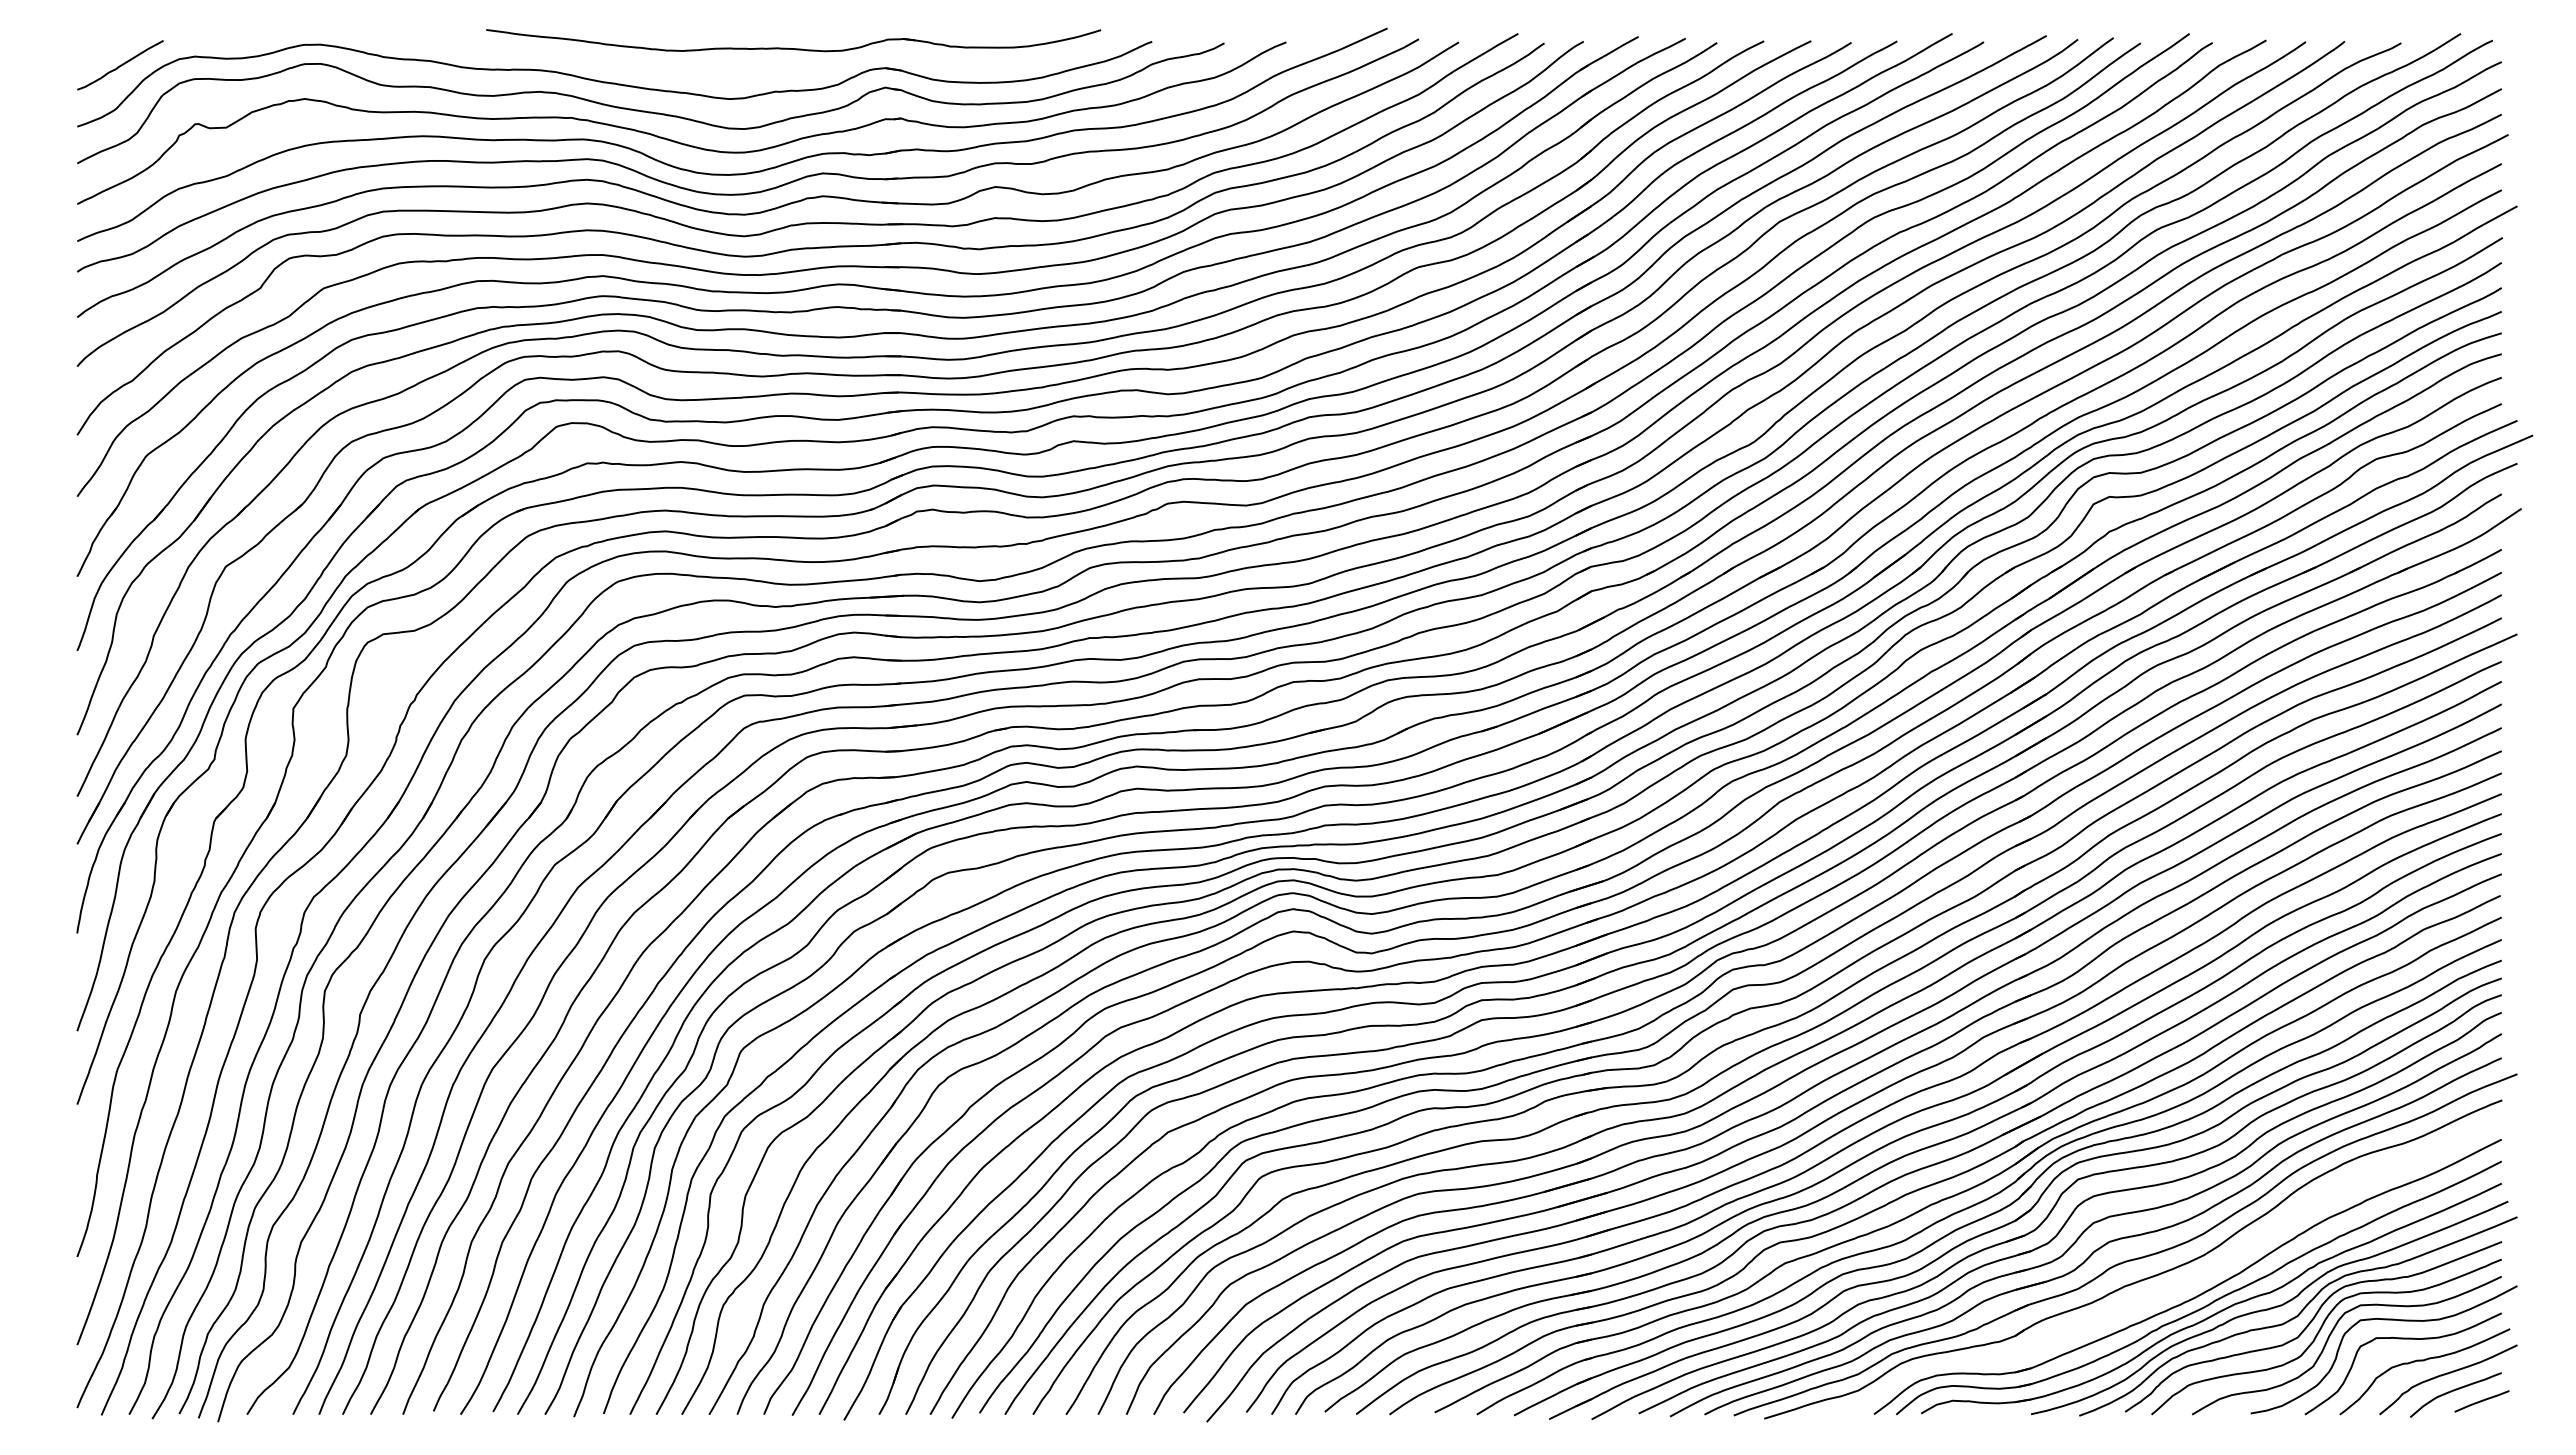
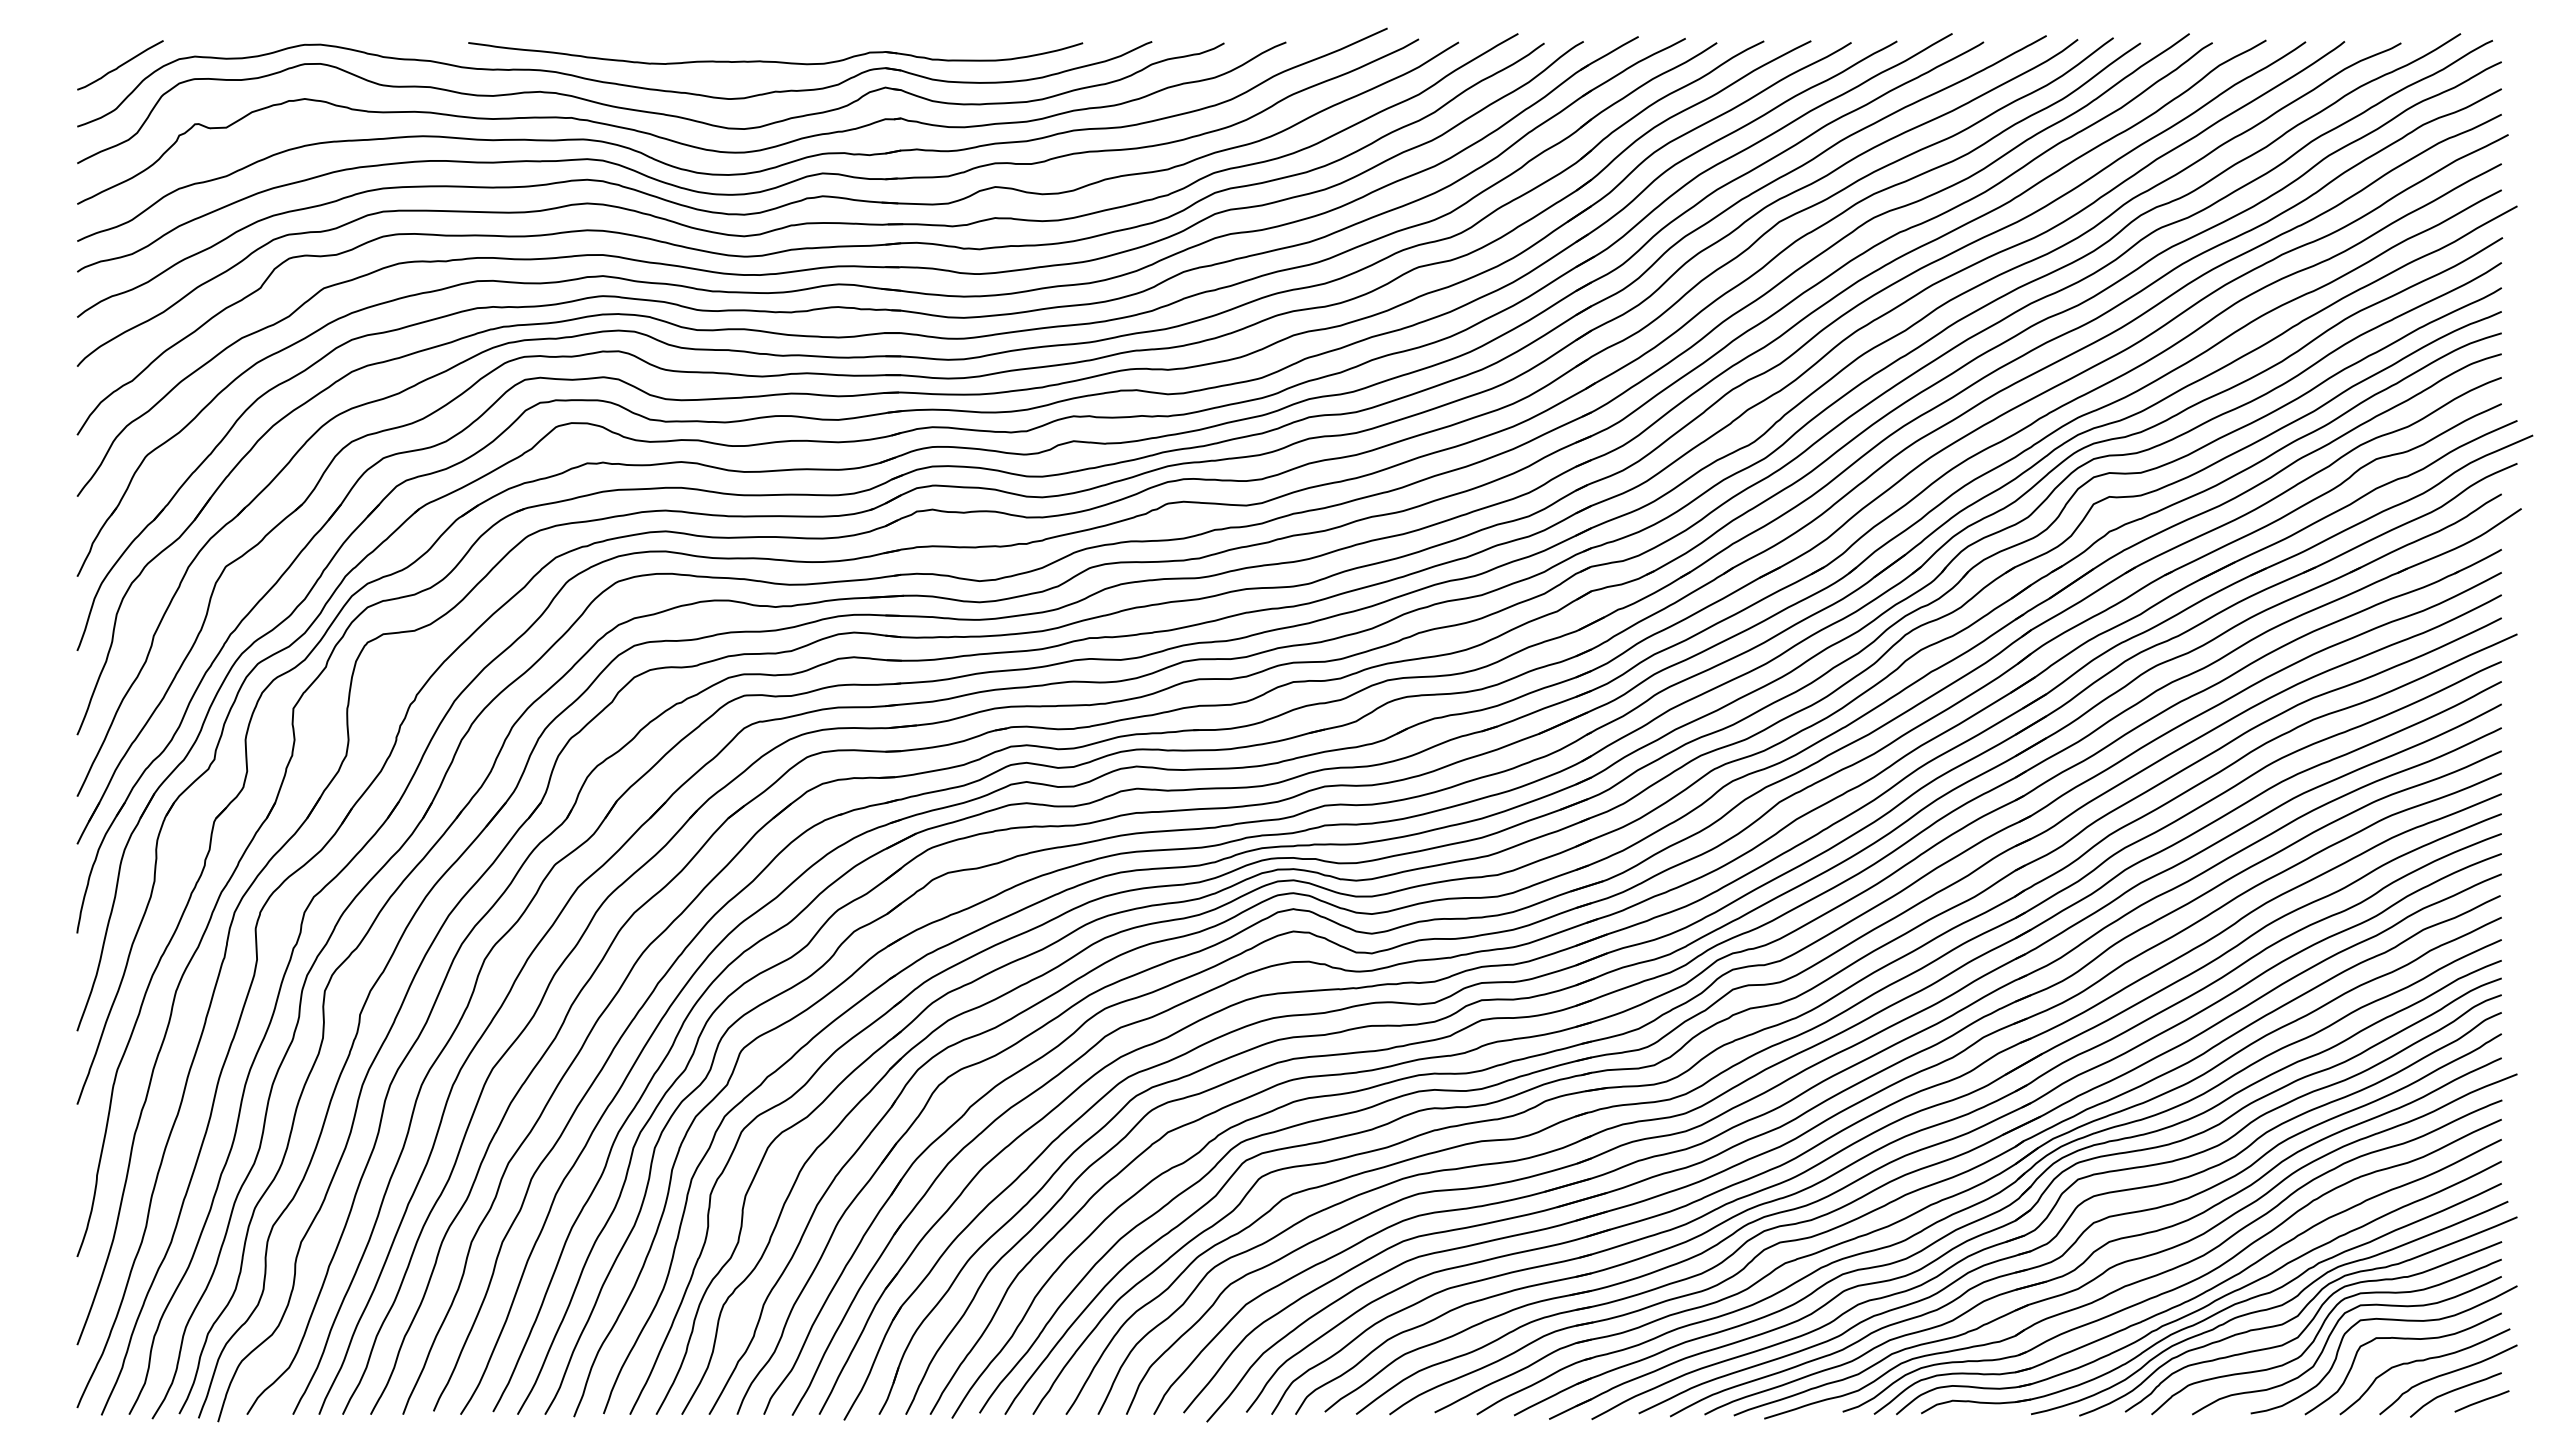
part at (793, 48) position: (793, 48) -> (775, 61)
part at (2177, 1286): none -> present
